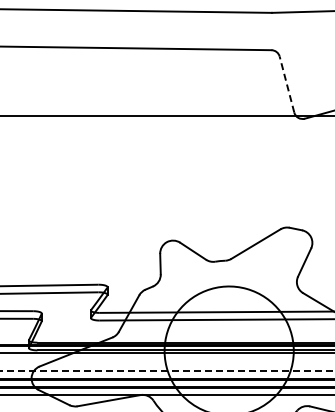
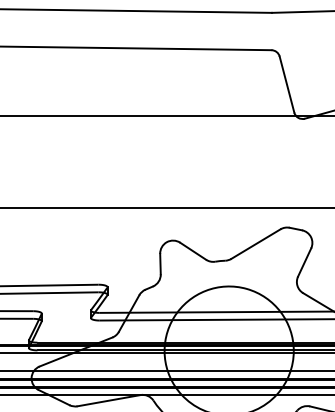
line at (287, 84): dashed -> solid
line at (166, 207): none -> present
line at (166, 371): dashed -> solid
